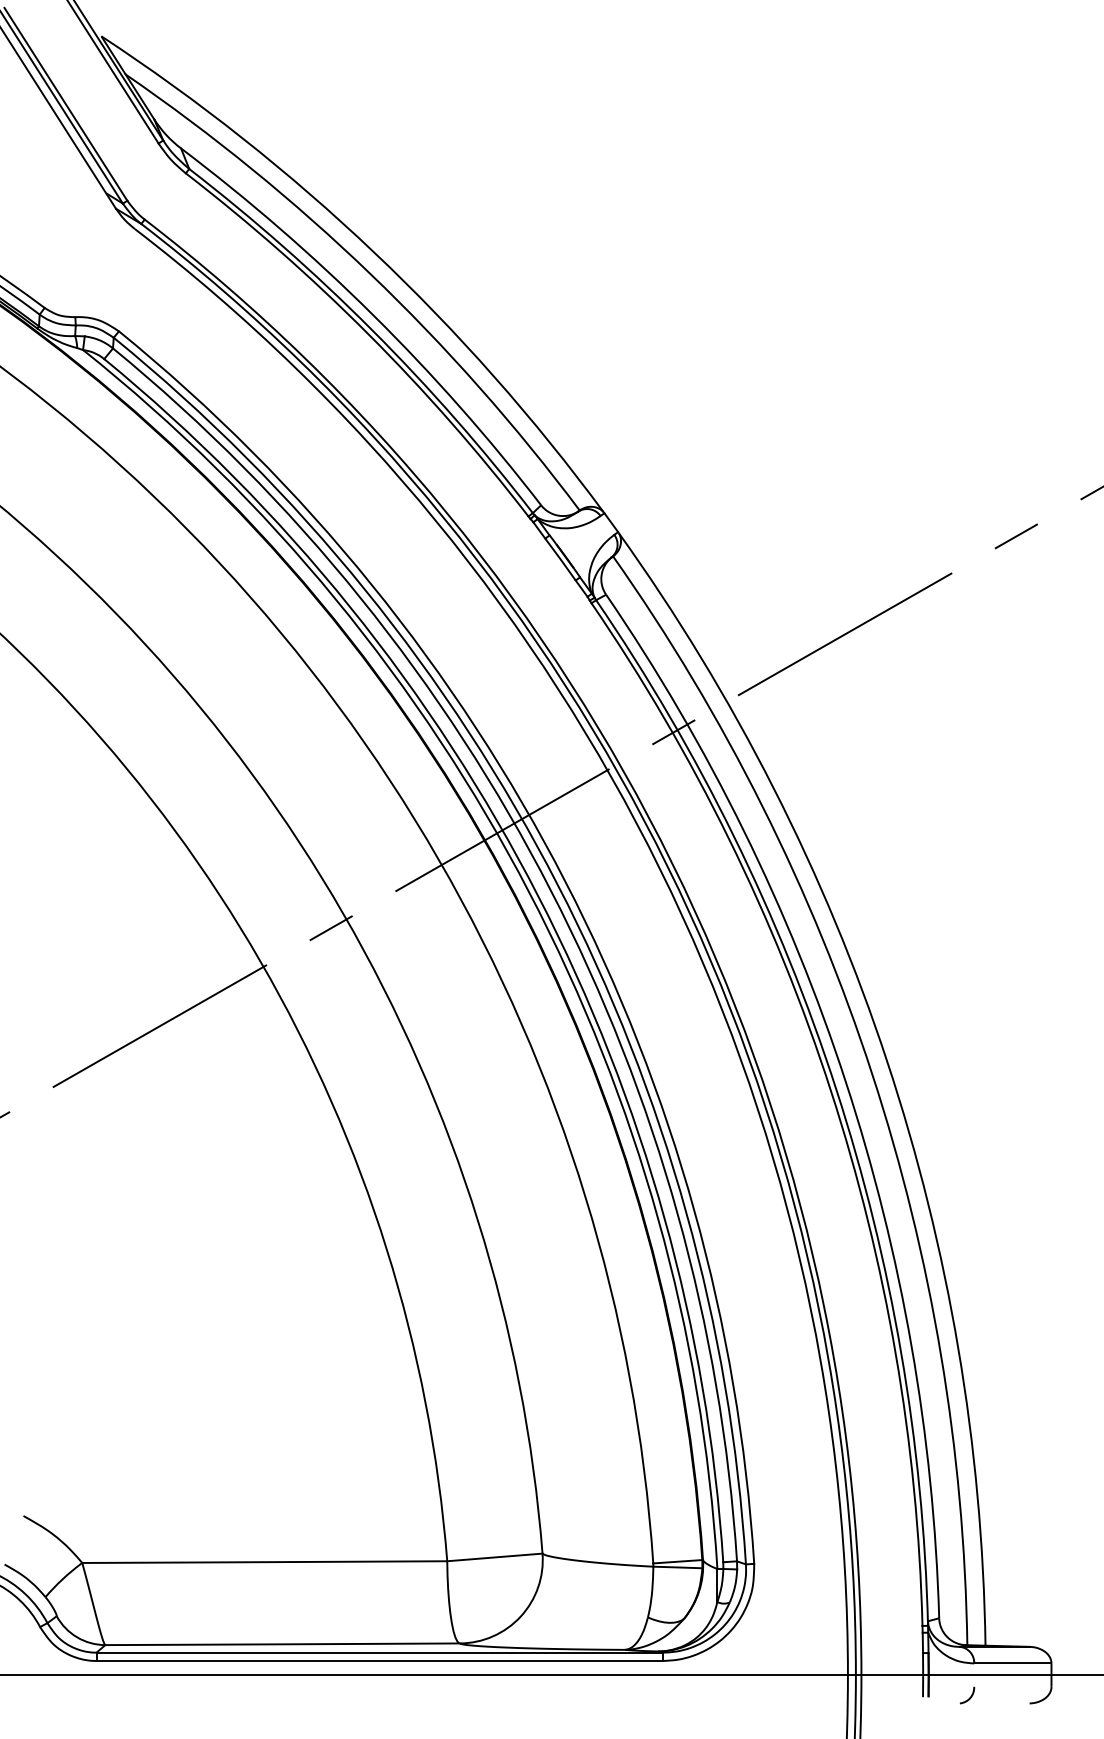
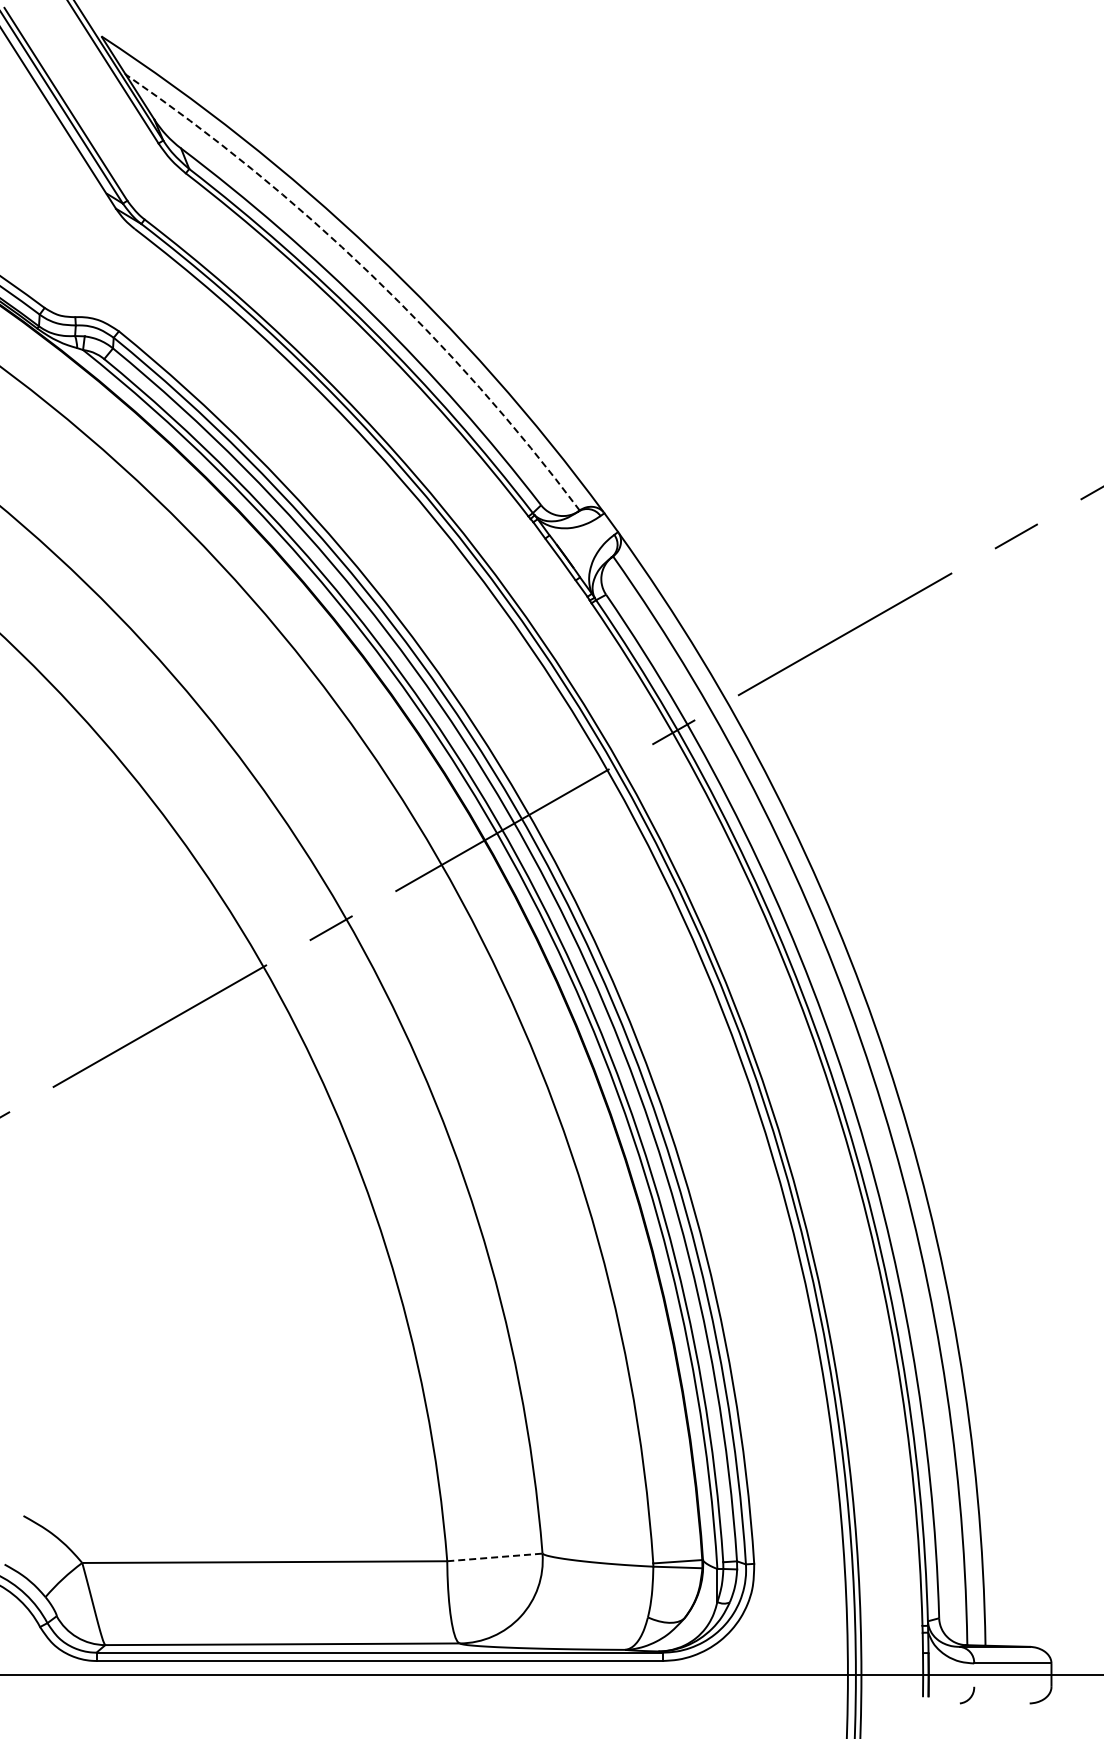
arc at (370, 274): solid -> dashed
line at (494, 1557): solid -> dashed
